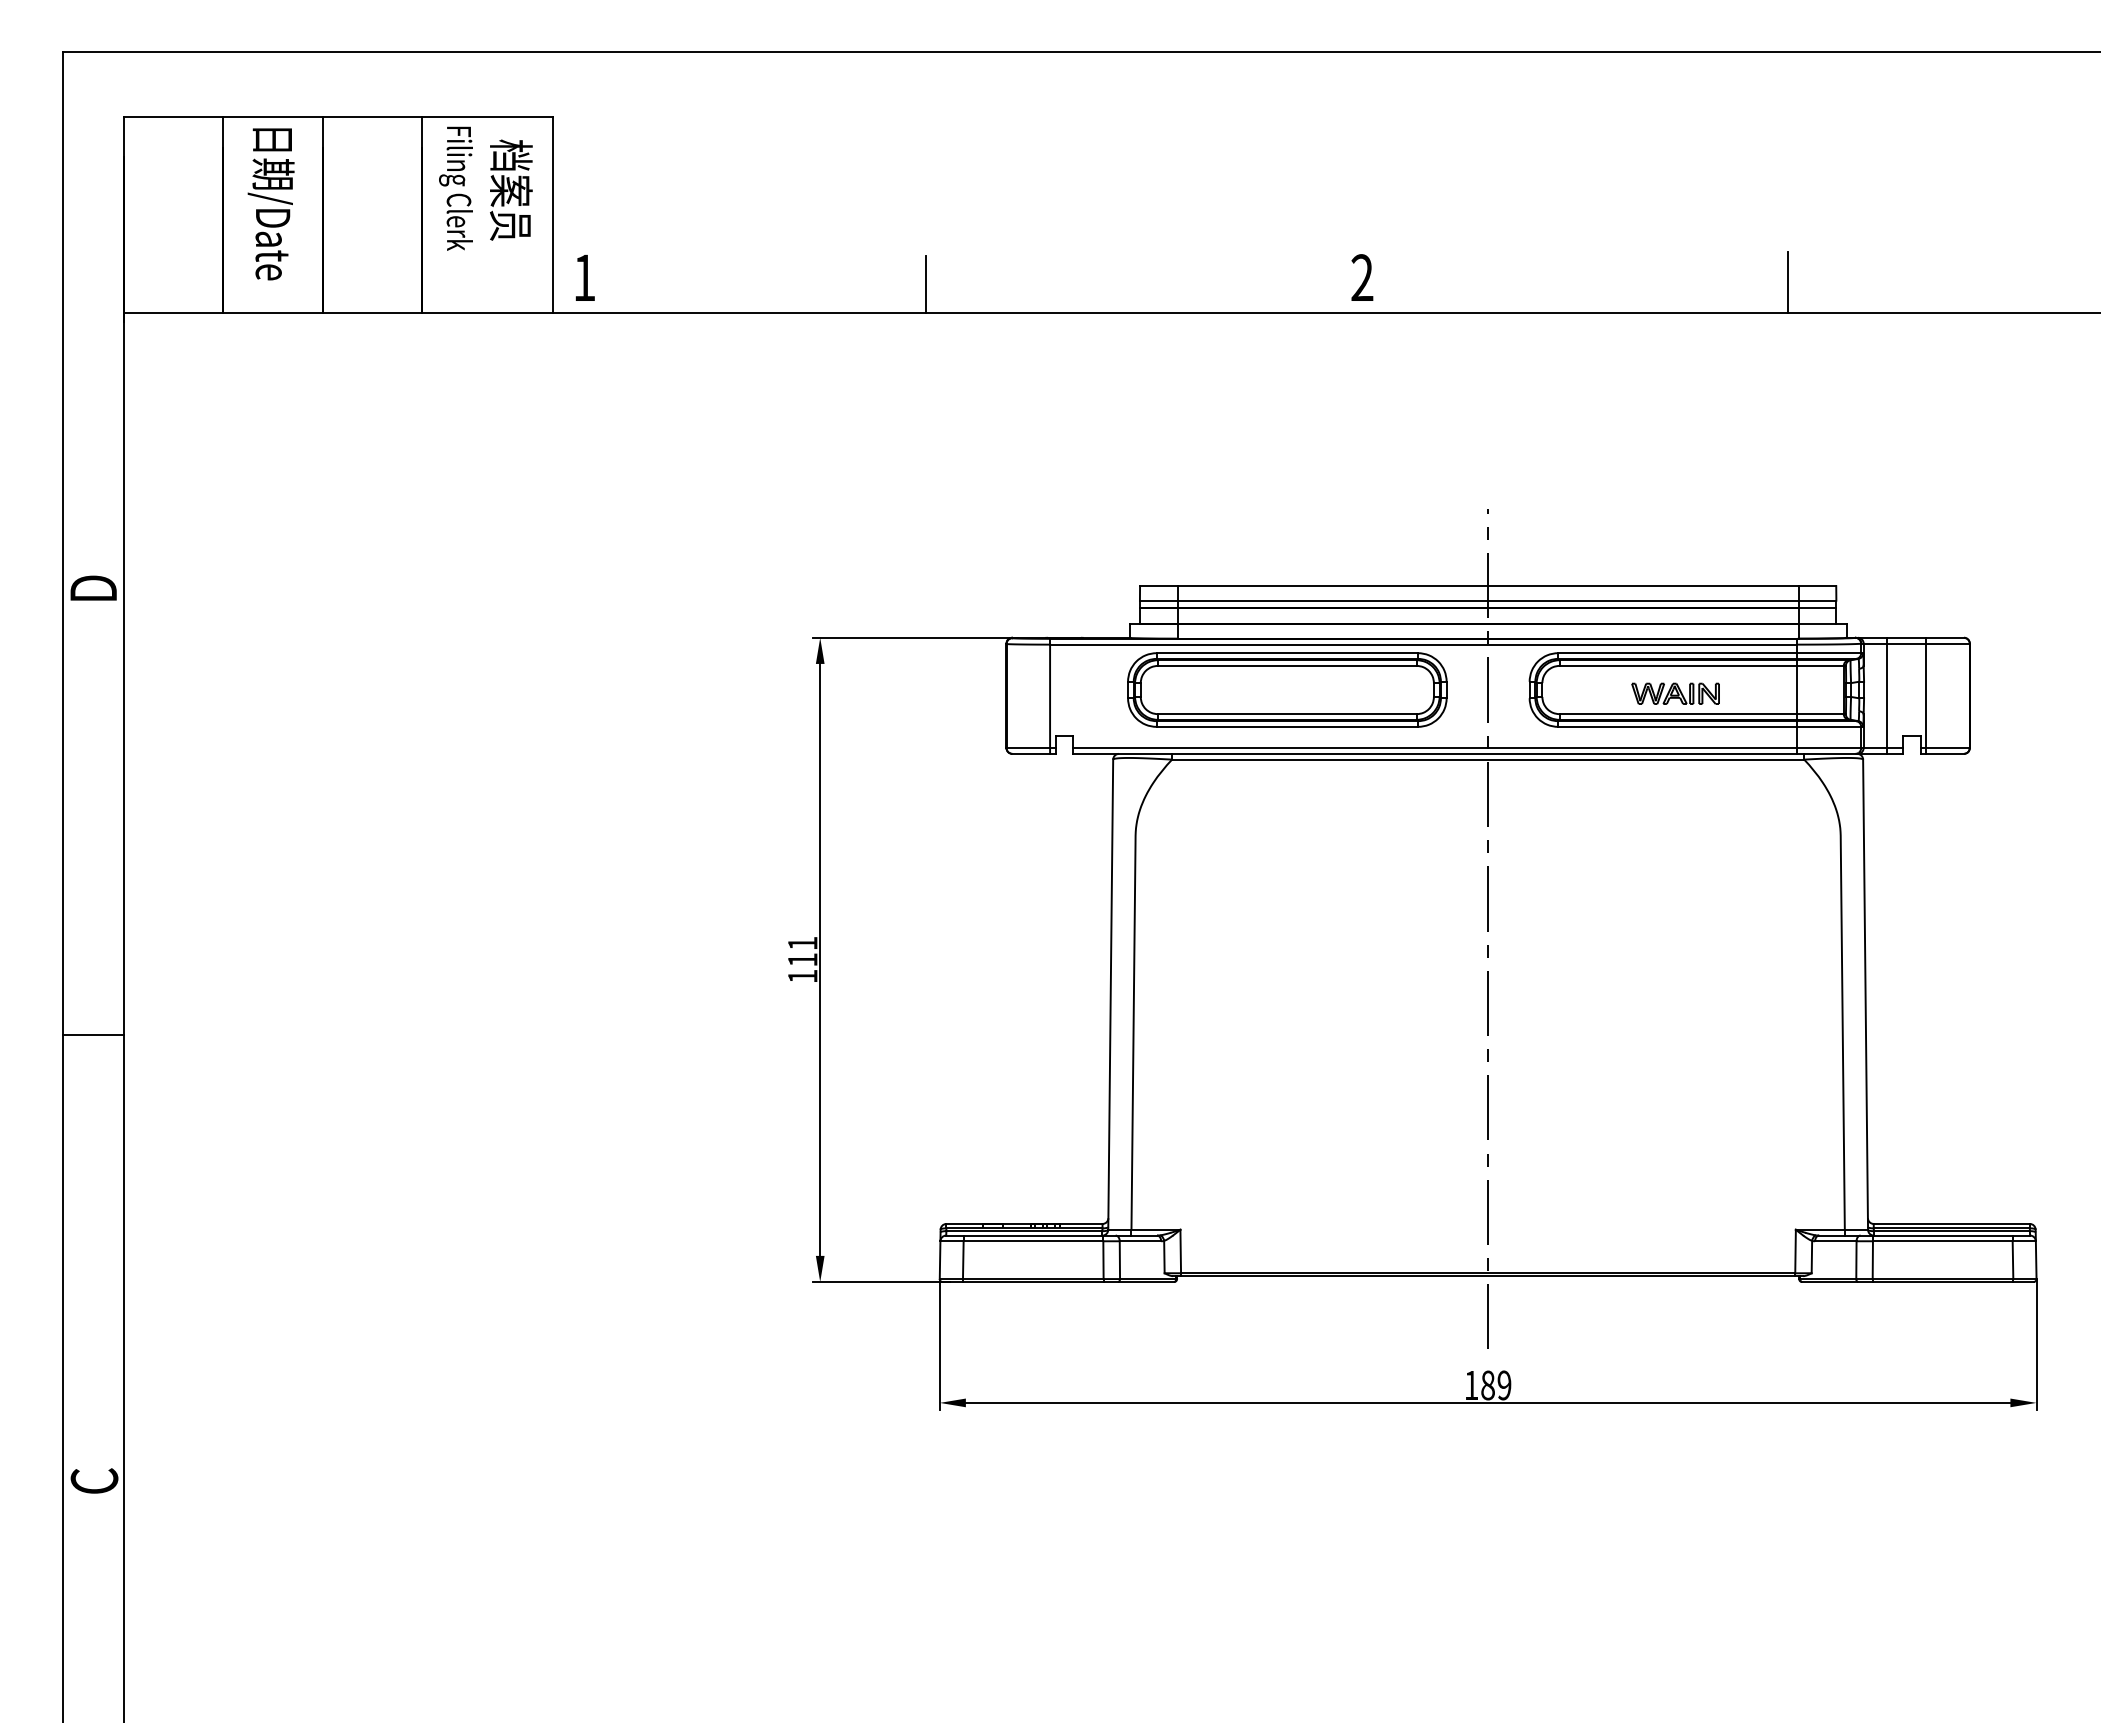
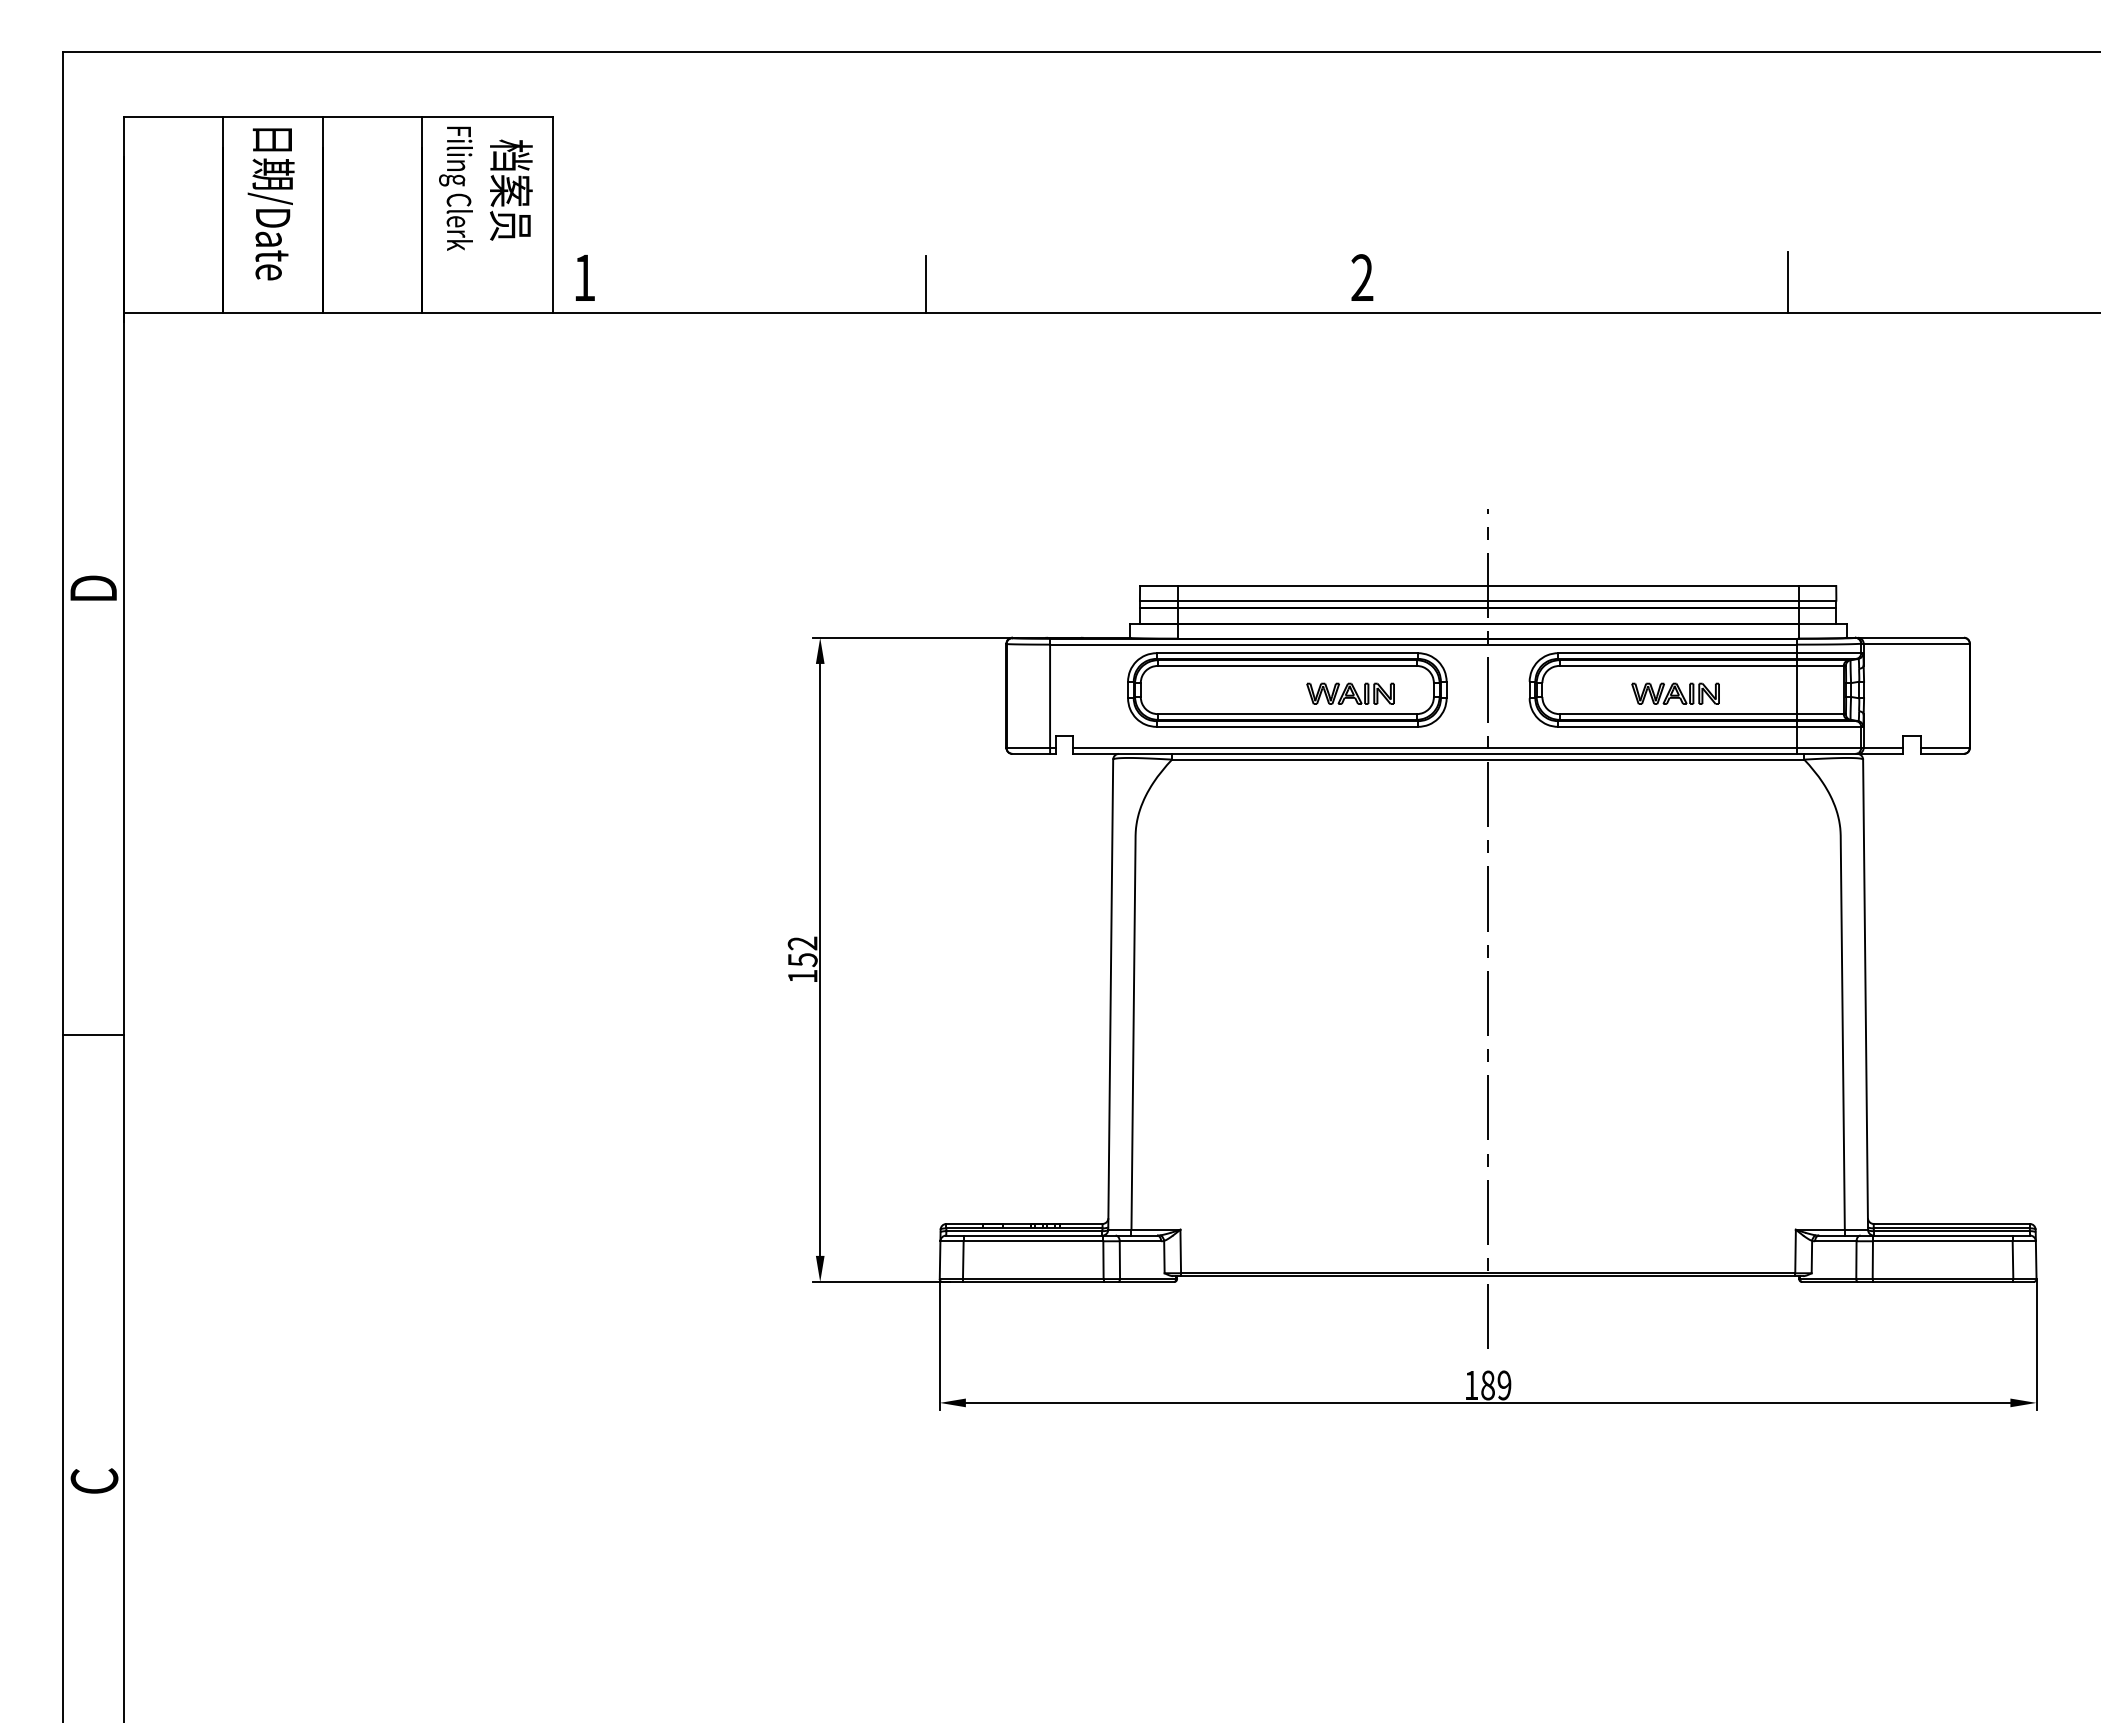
part at (1350, 693): none -> present
line at (1886, 695): present -> none
line at (1926, 695): present -> none
text at (802, 951): 111 -> 152
